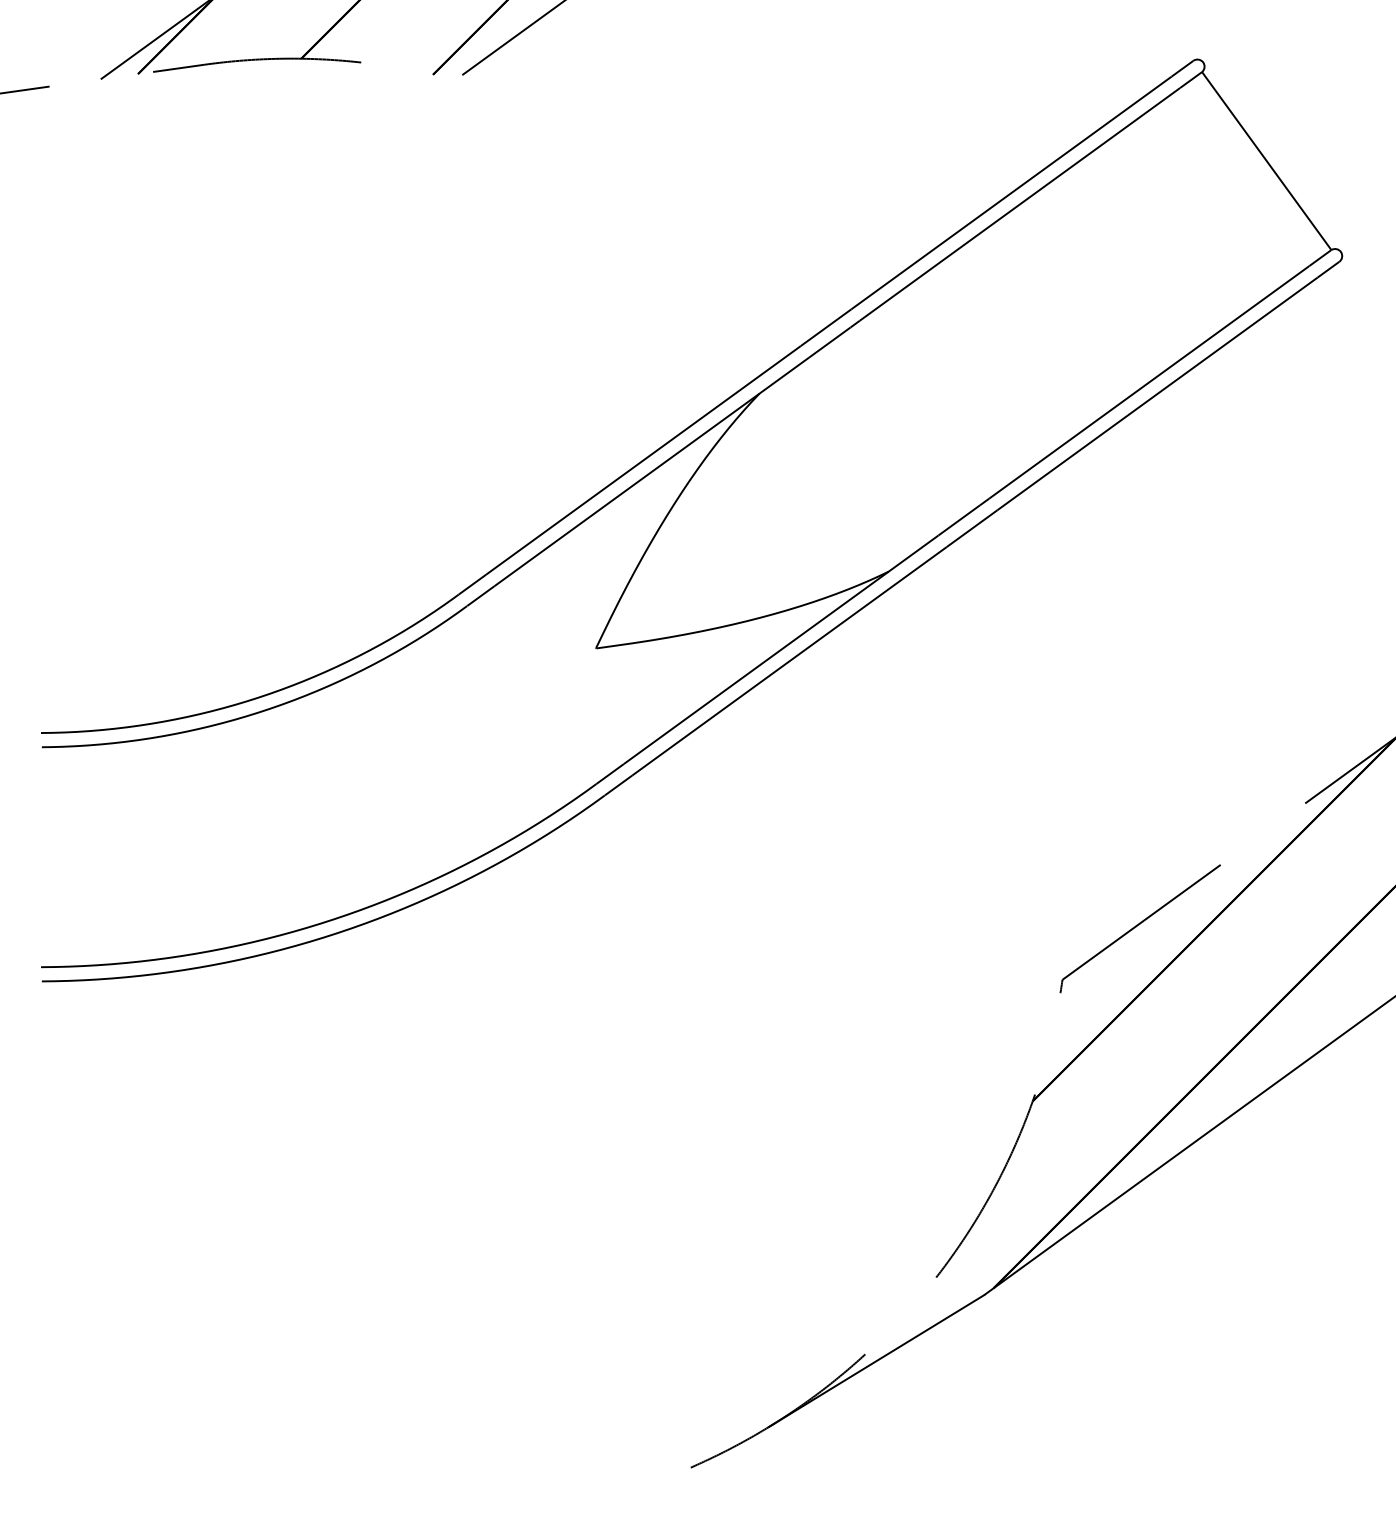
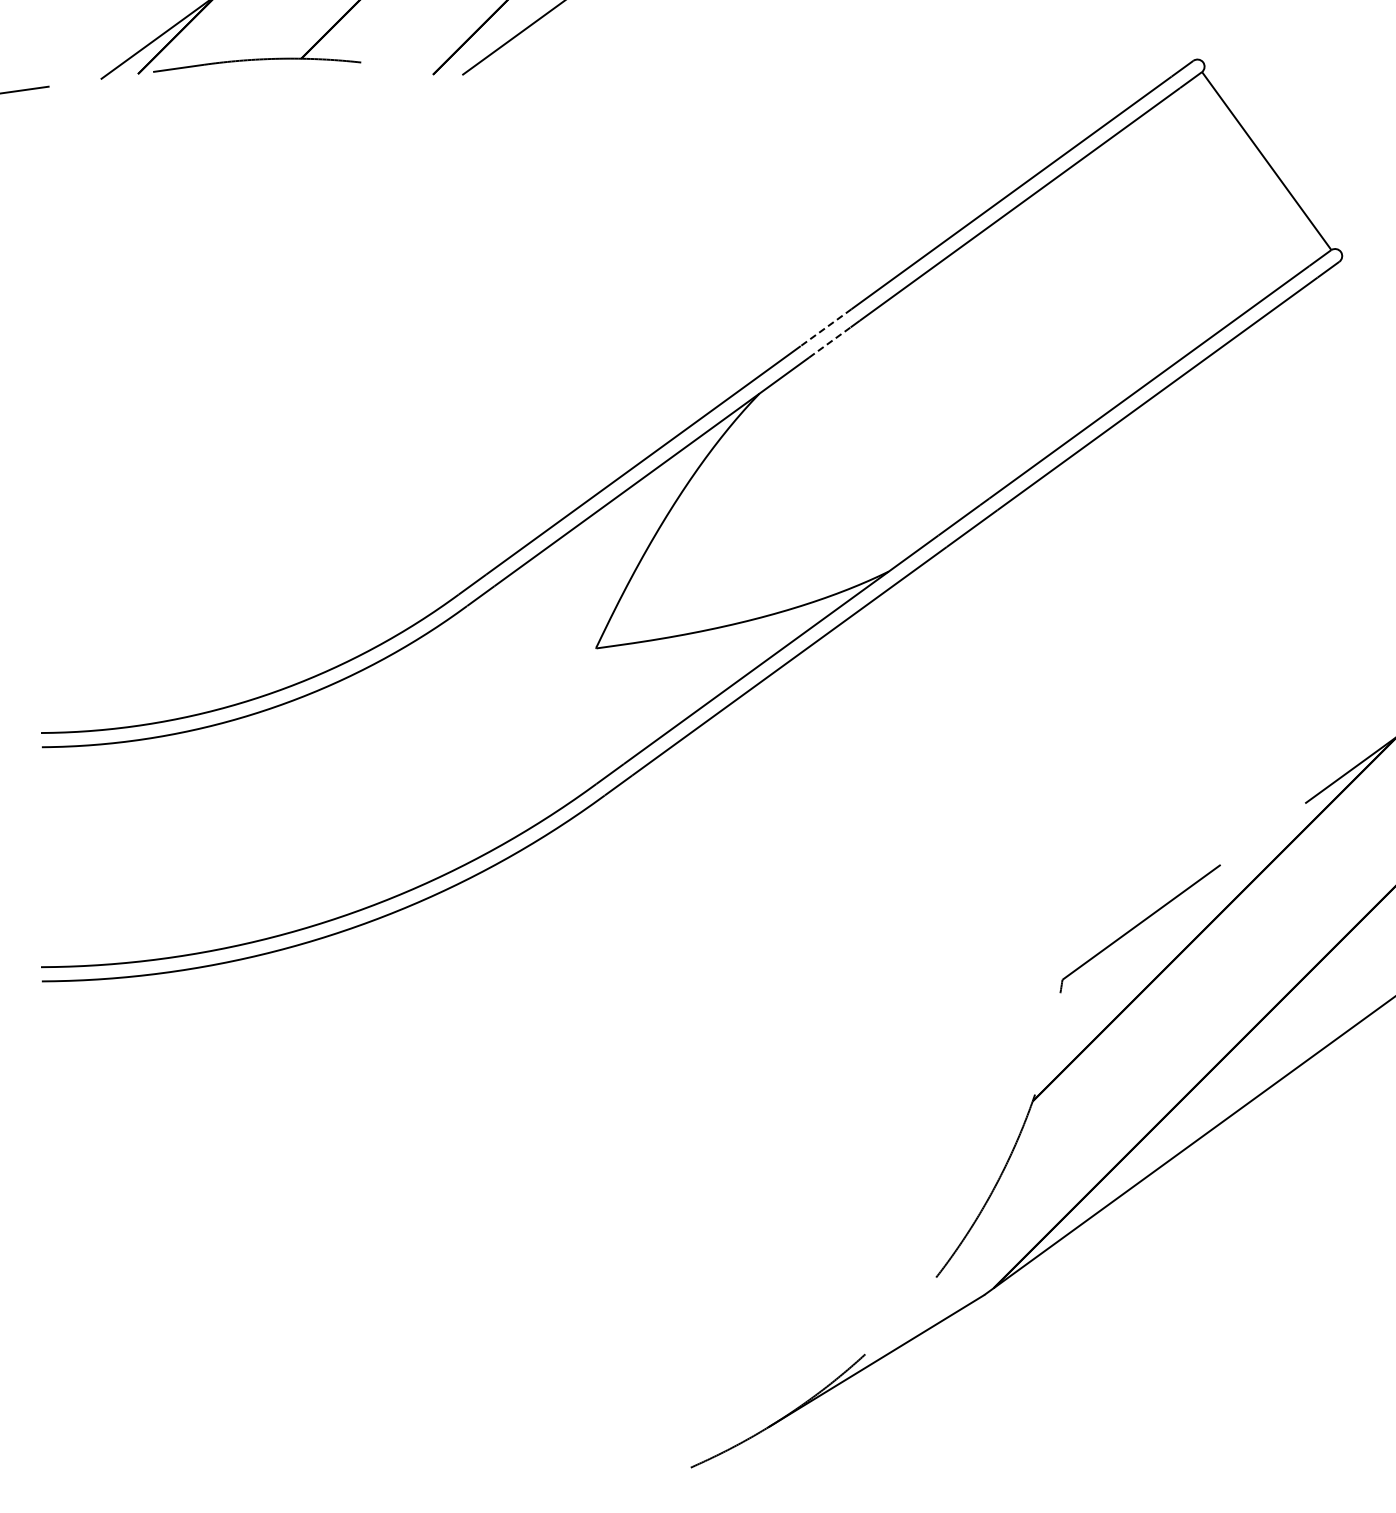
line at (825, 327): solid -> dashed
line at (829, 342): solid -> dashed
